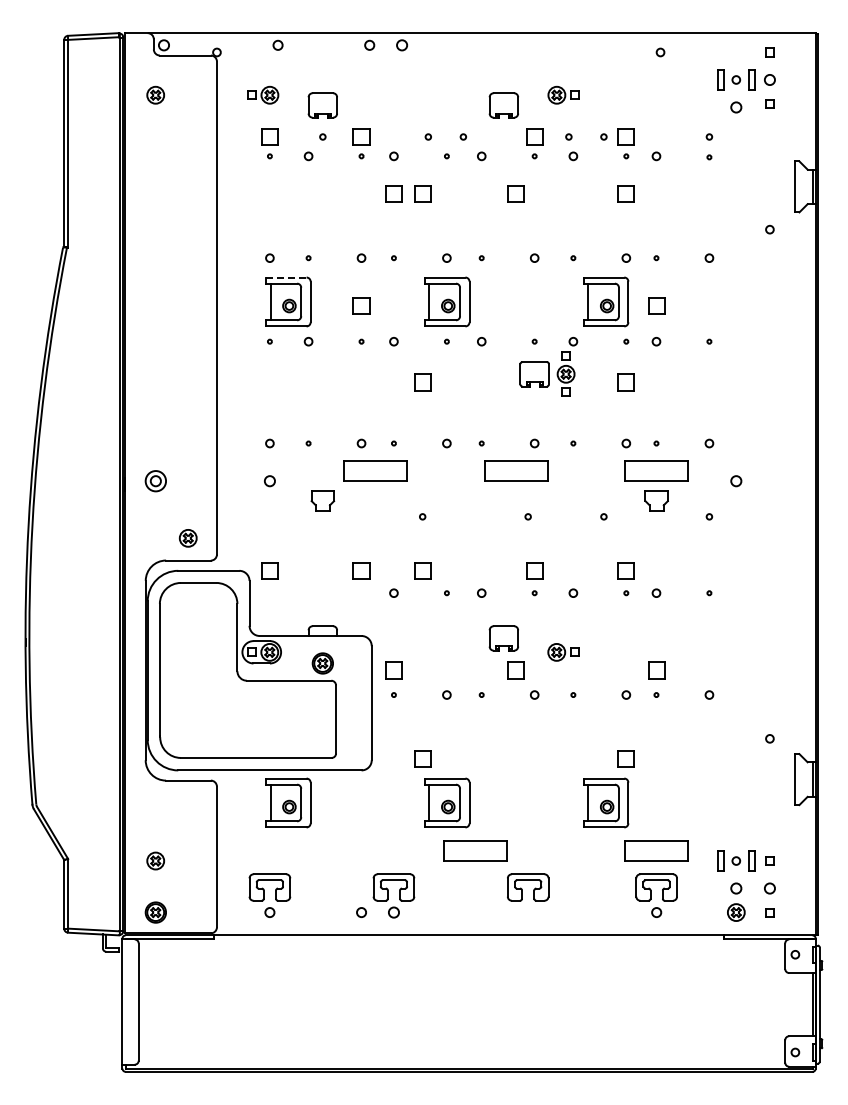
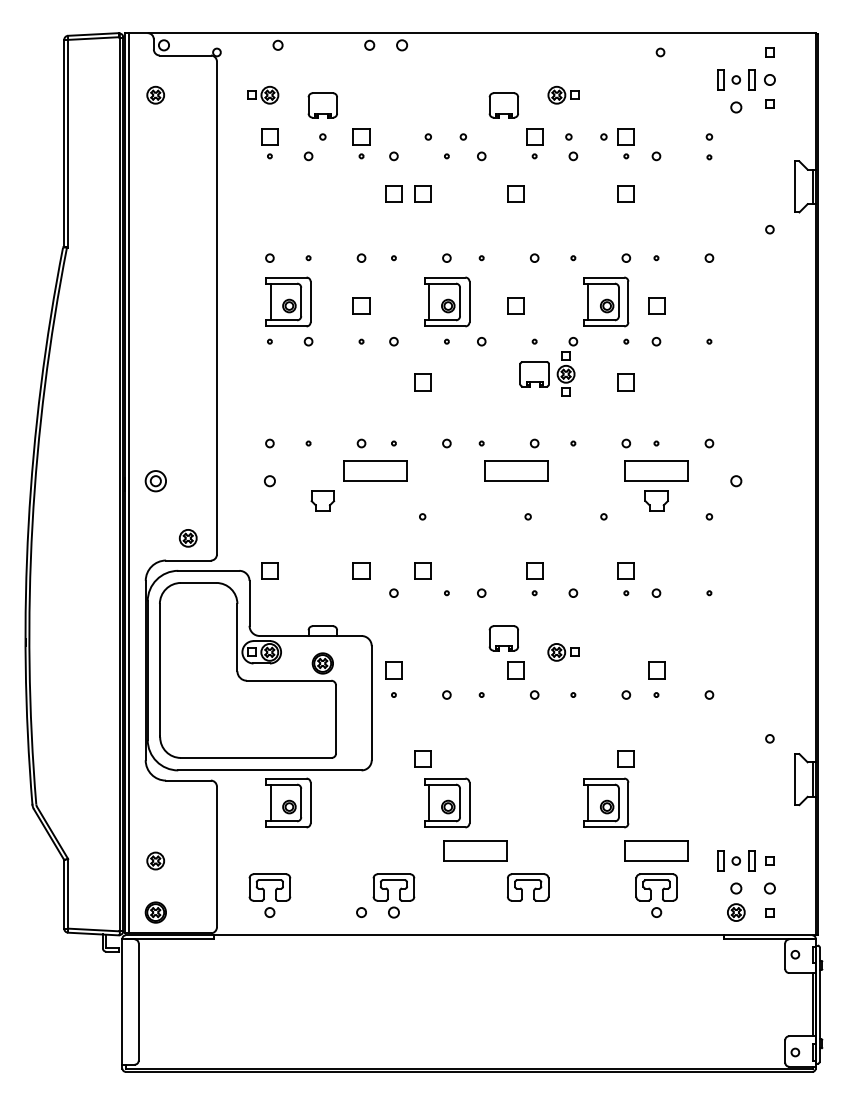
line at (286, 277): dashed -> solid
part at (515, 305): none -> present
line at (129, 483): none -> present
